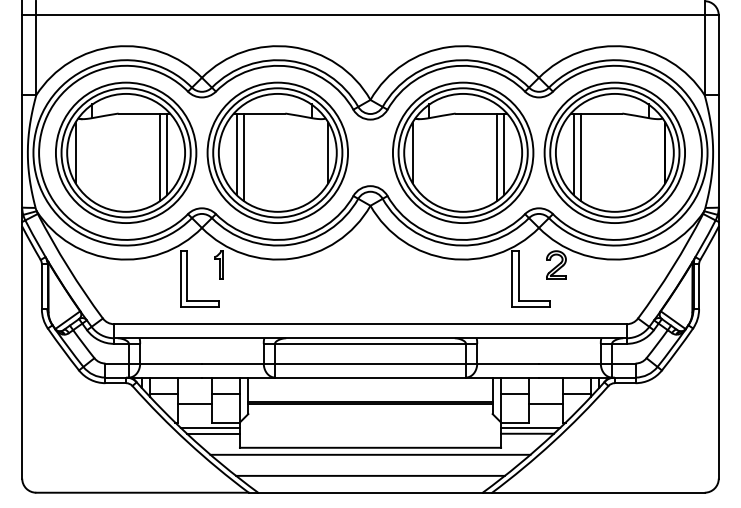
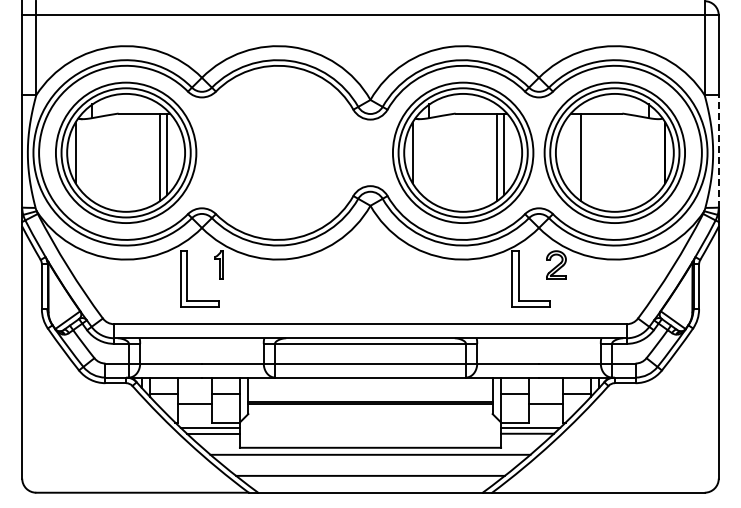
line at (718, 150): solid -> dashed
part at (277, 152): present -> none
line at (573, 153): present -> none
